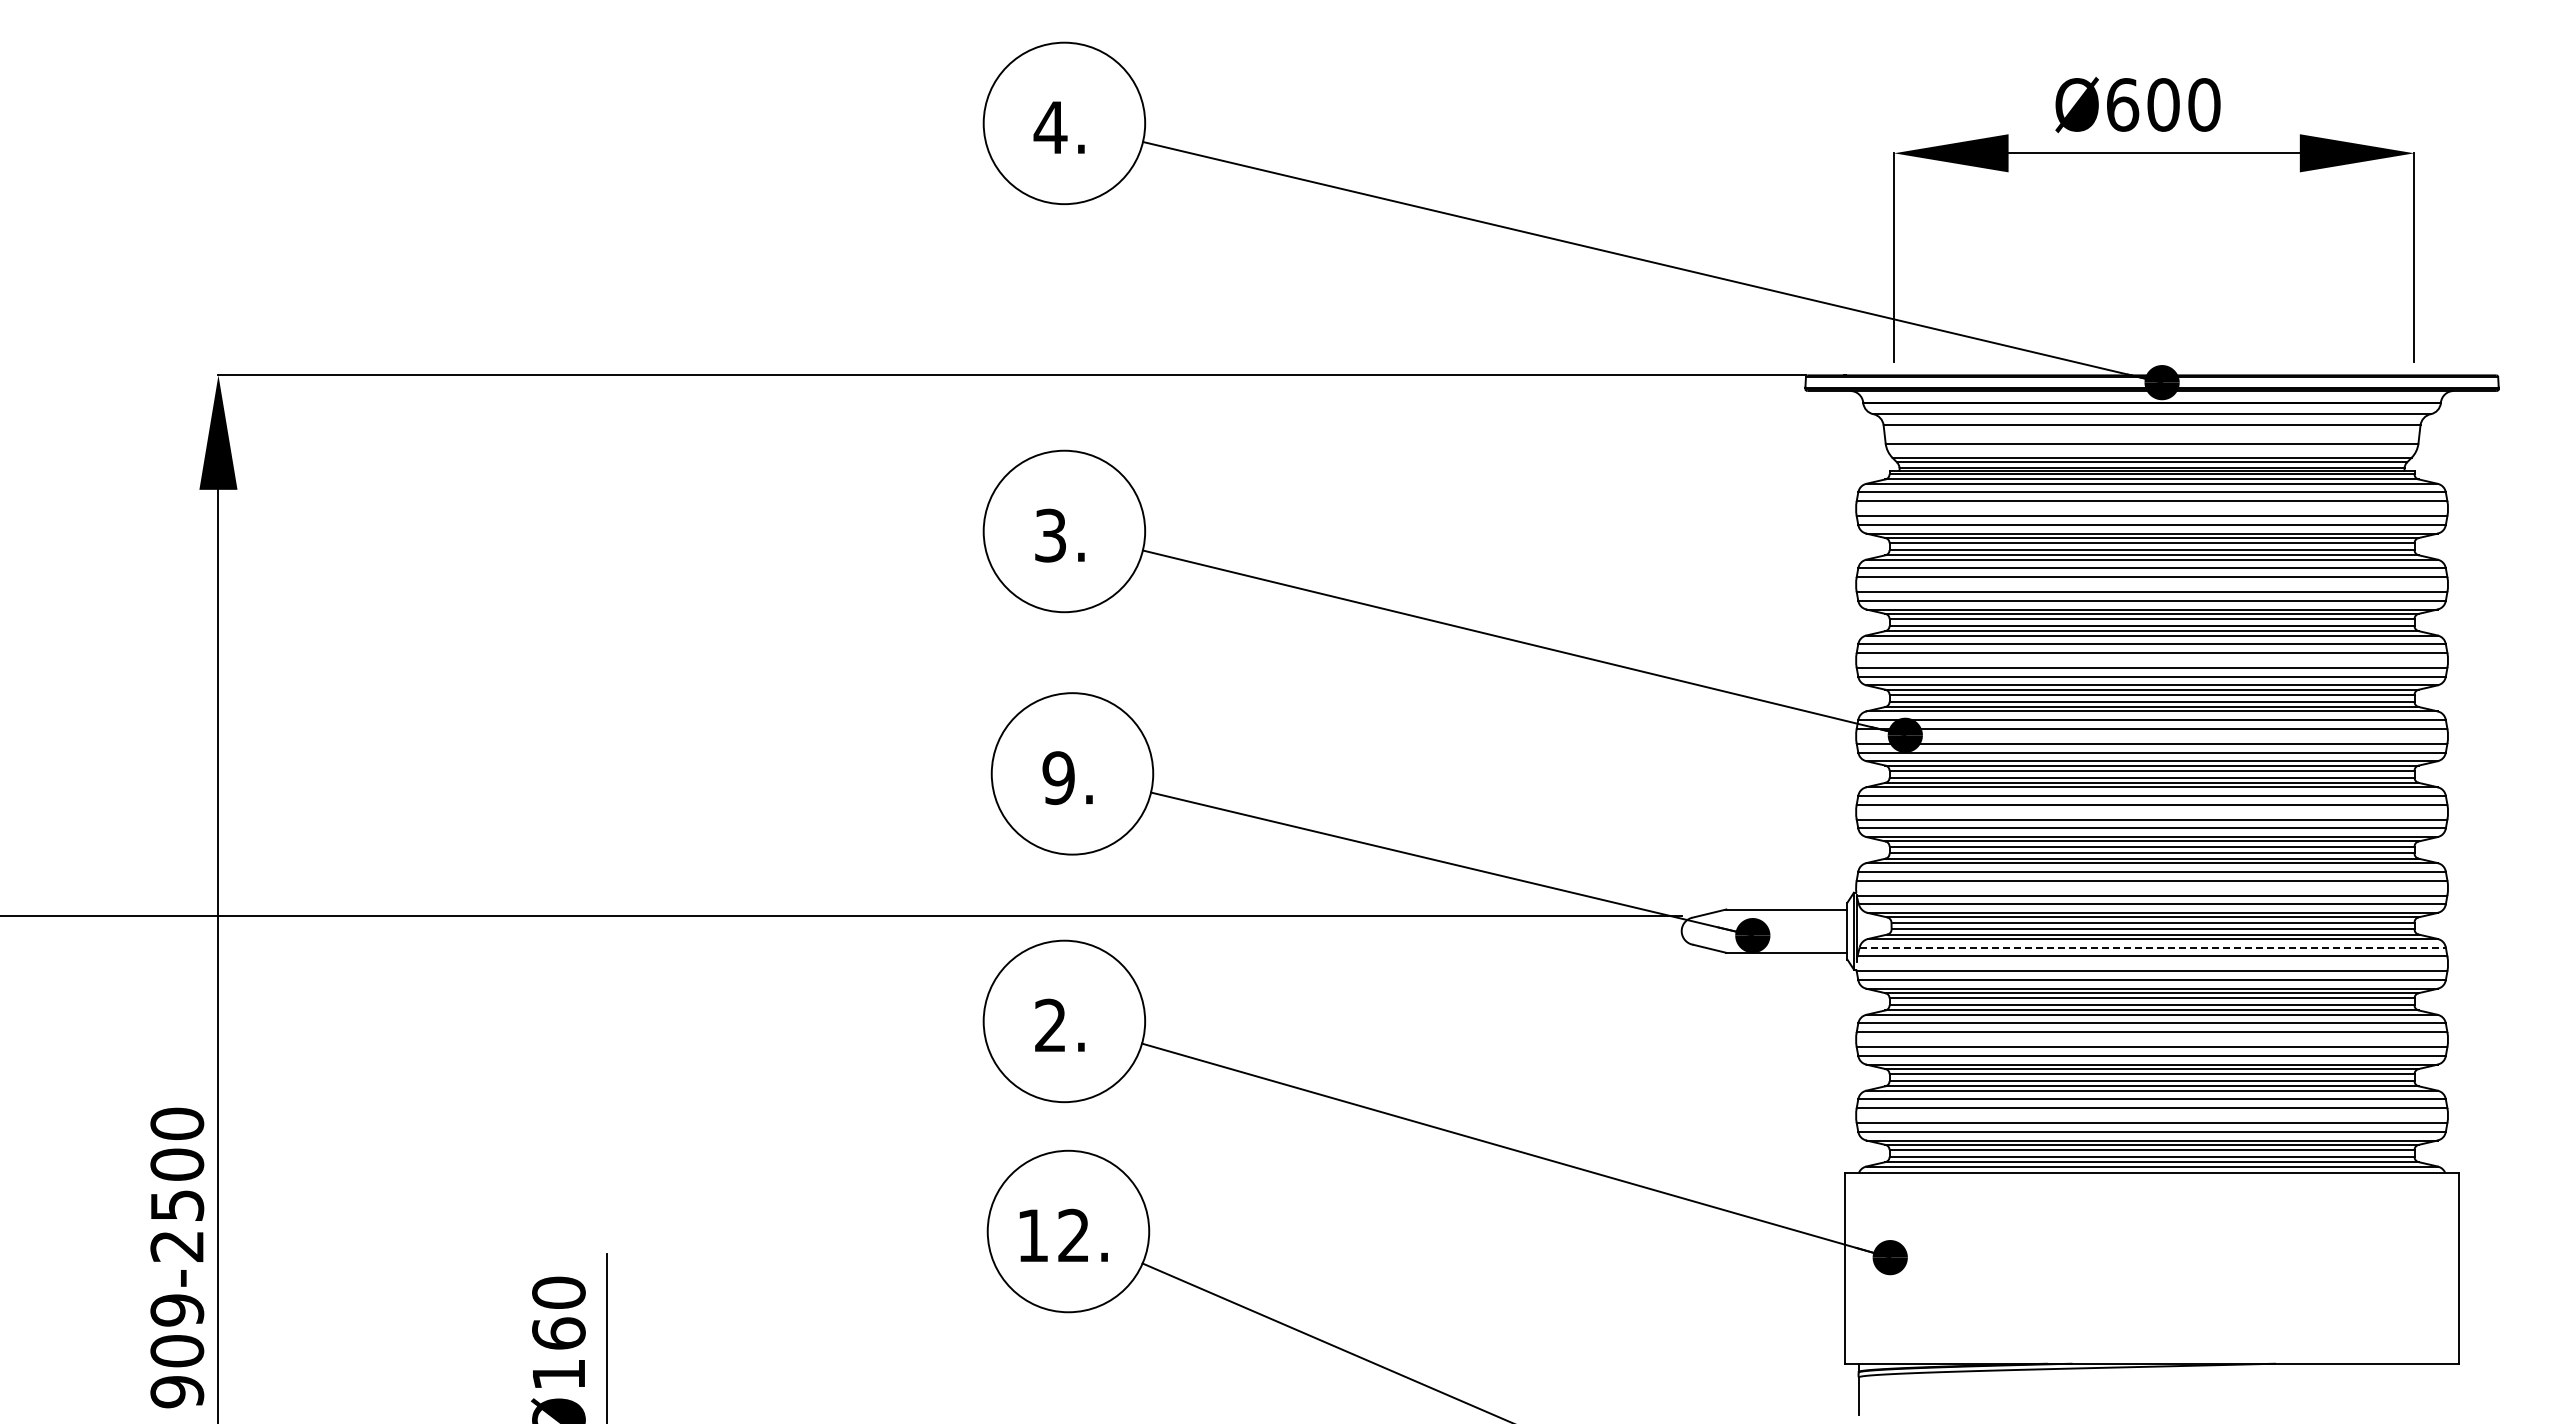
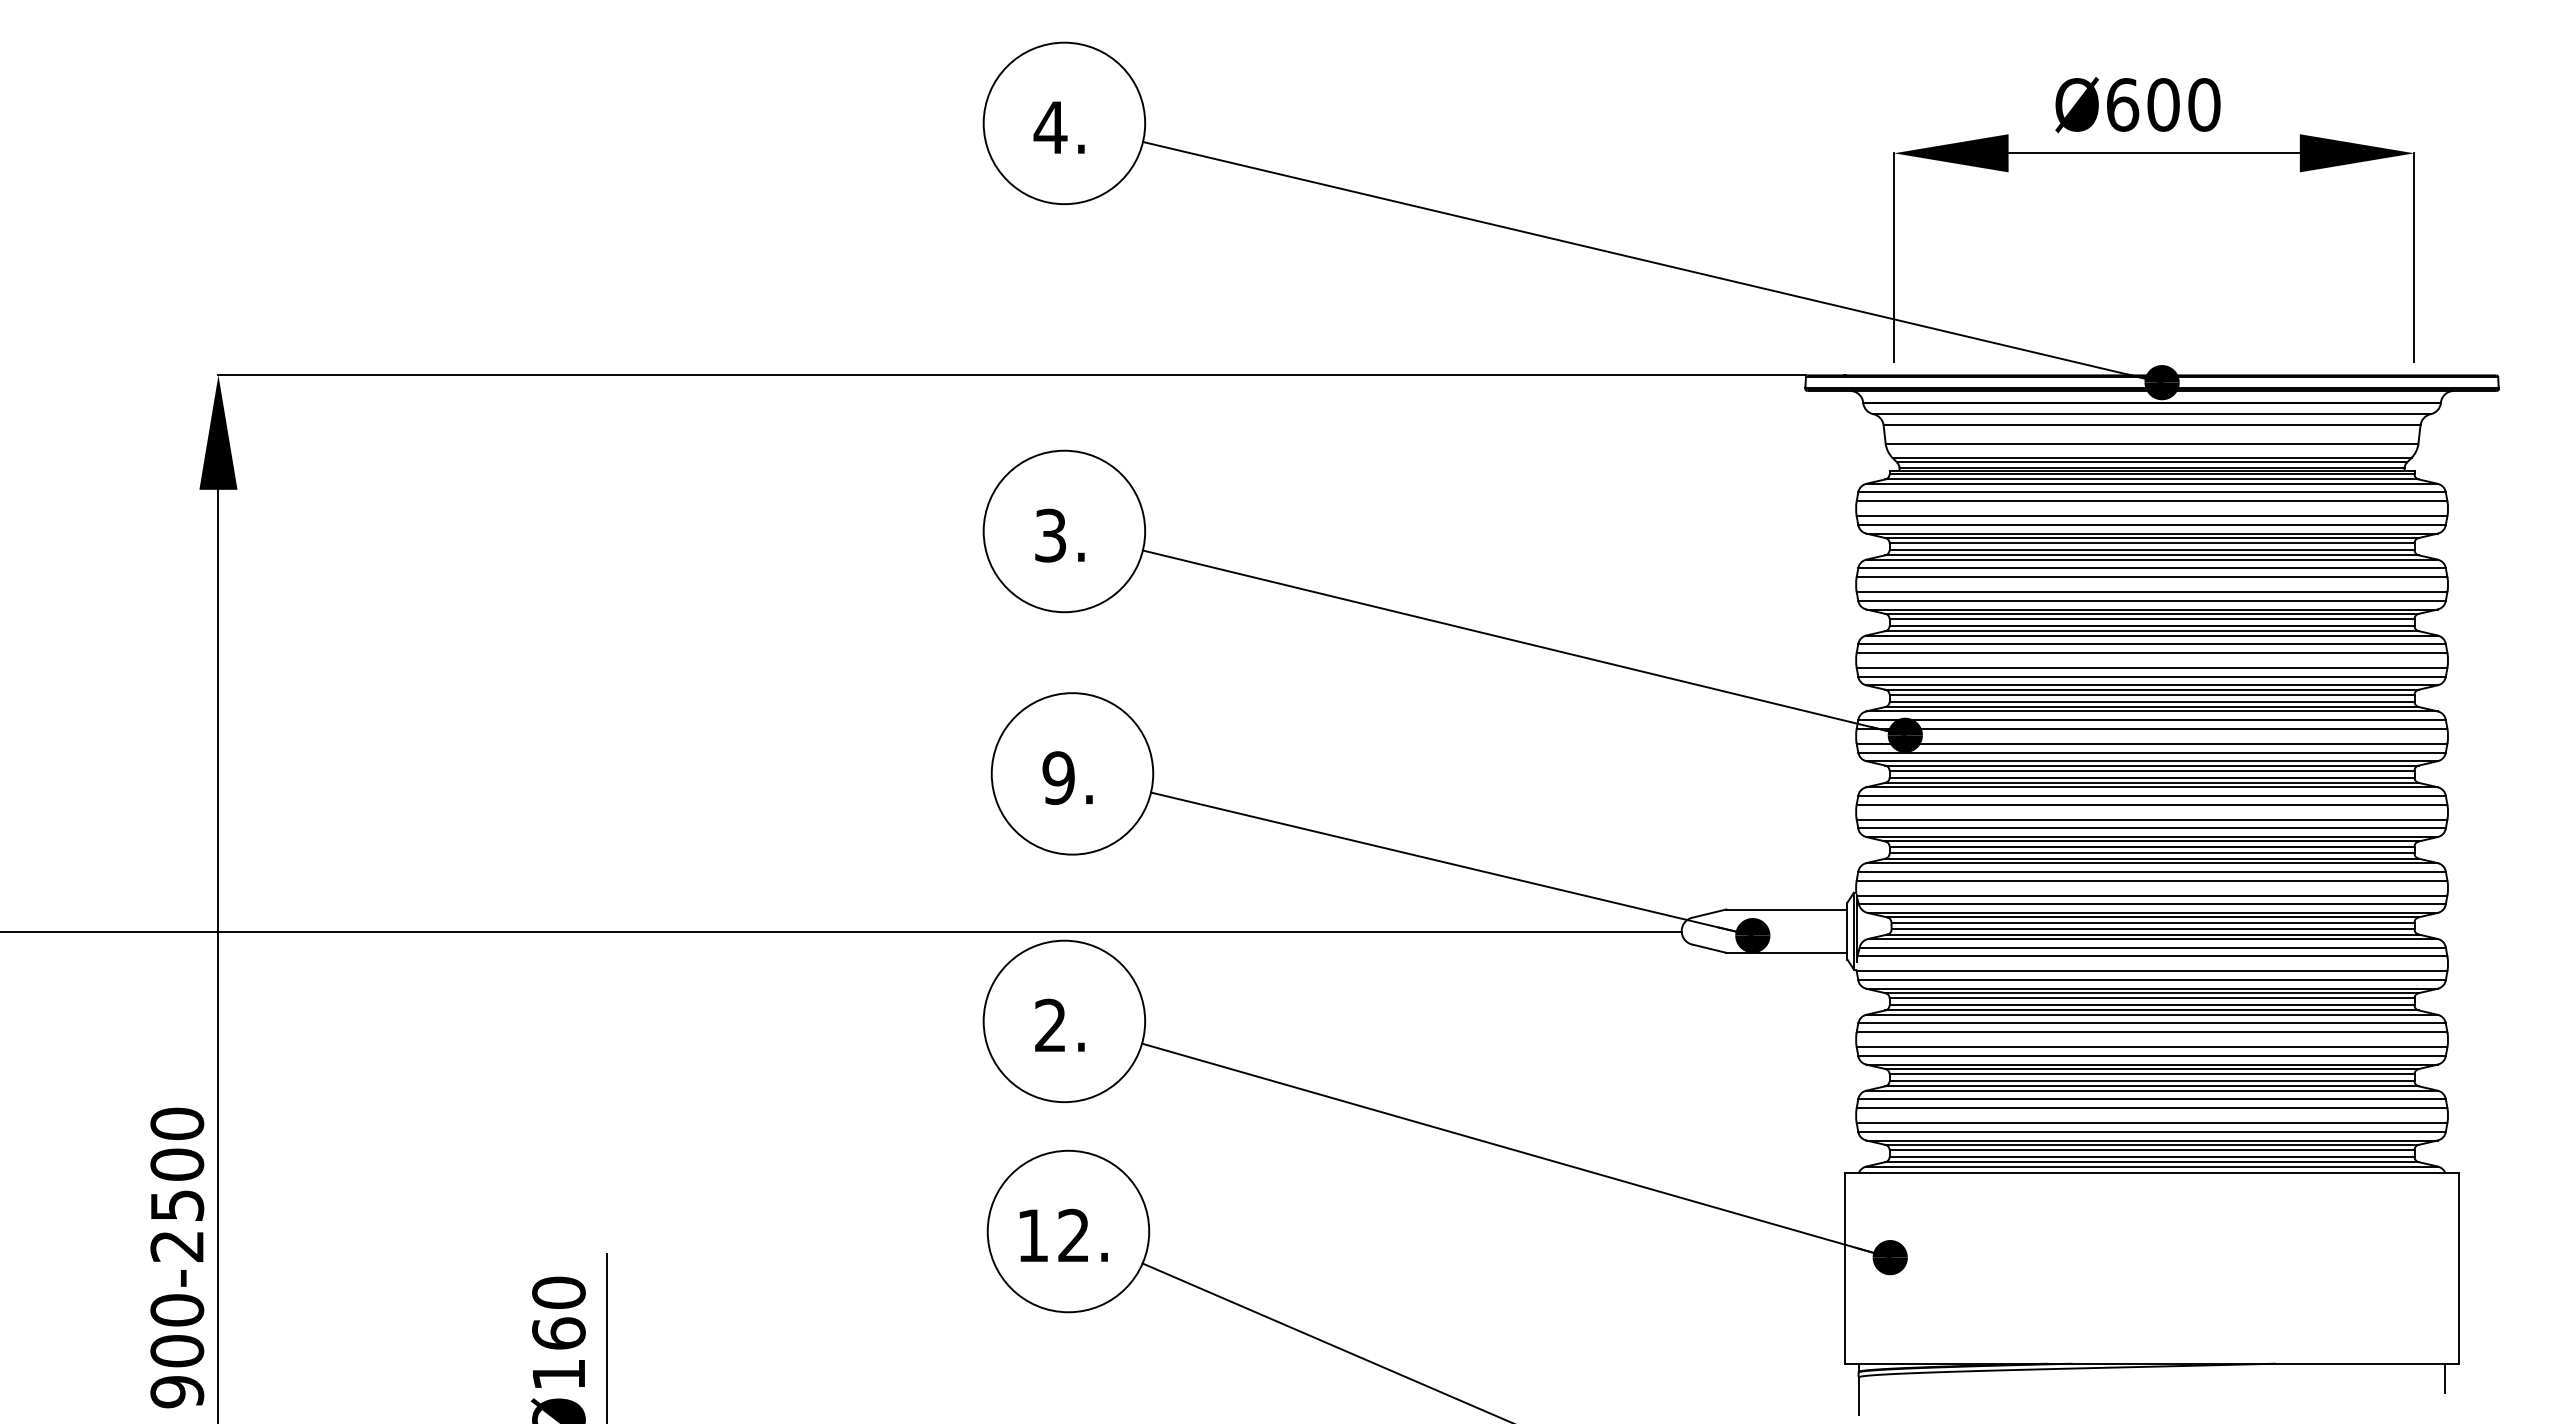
line at (841, 915) position: (841, 915) -> (841, 931)
line at (2153, 947): dashed -> solid
text at (177, 1310): 909-2500 -> 900-2500
line at (2445, 1378): none -> present
